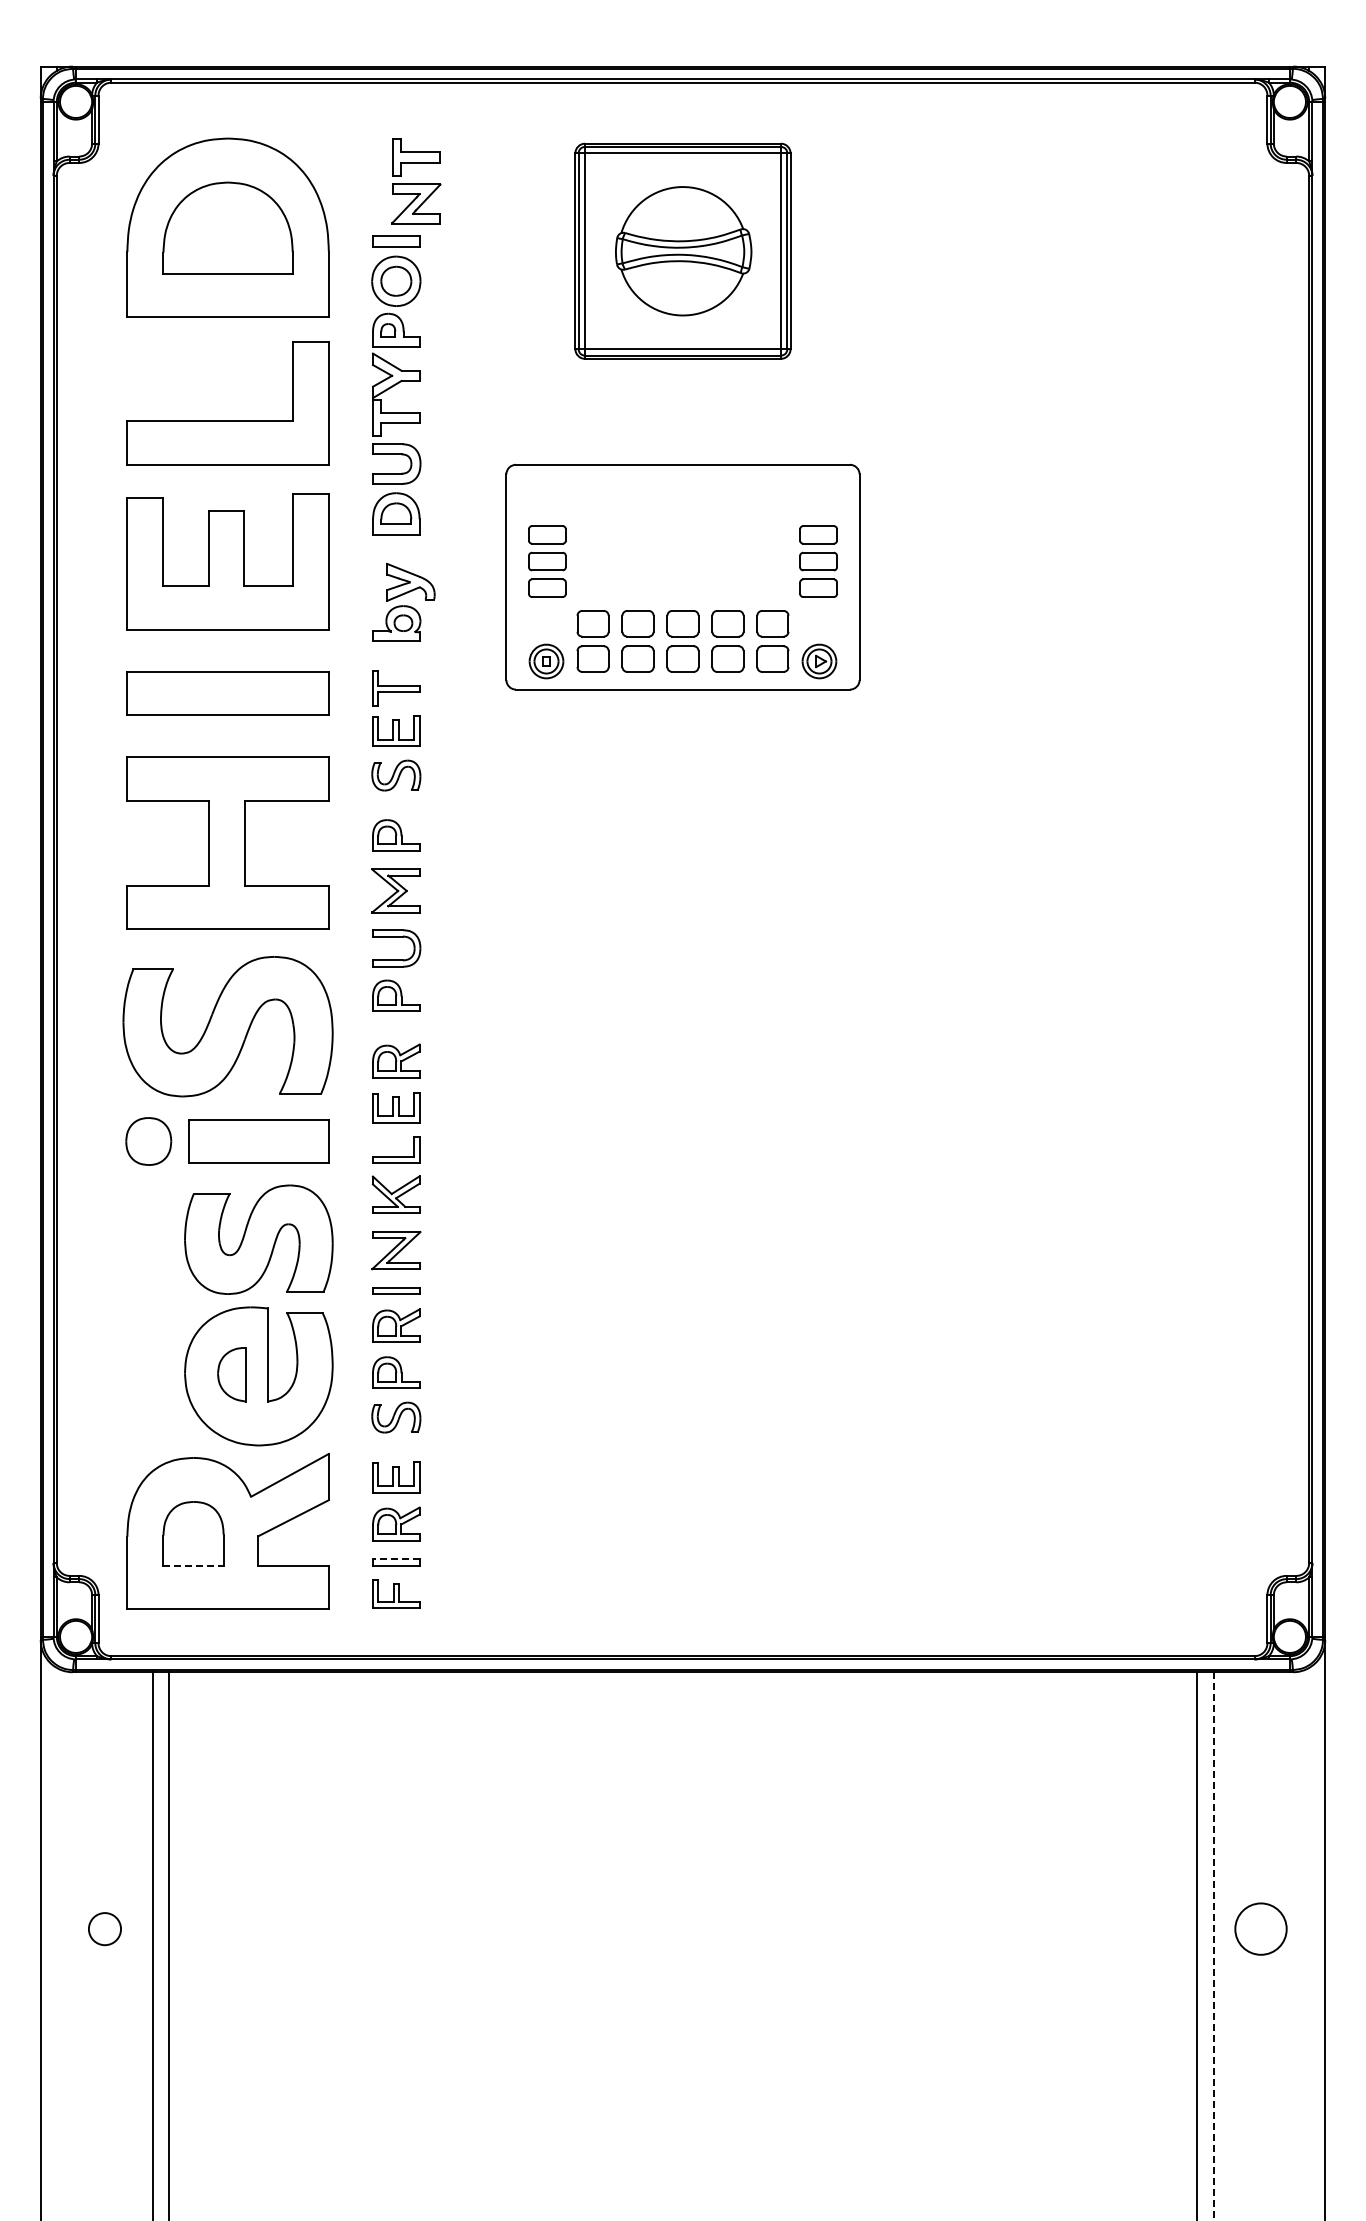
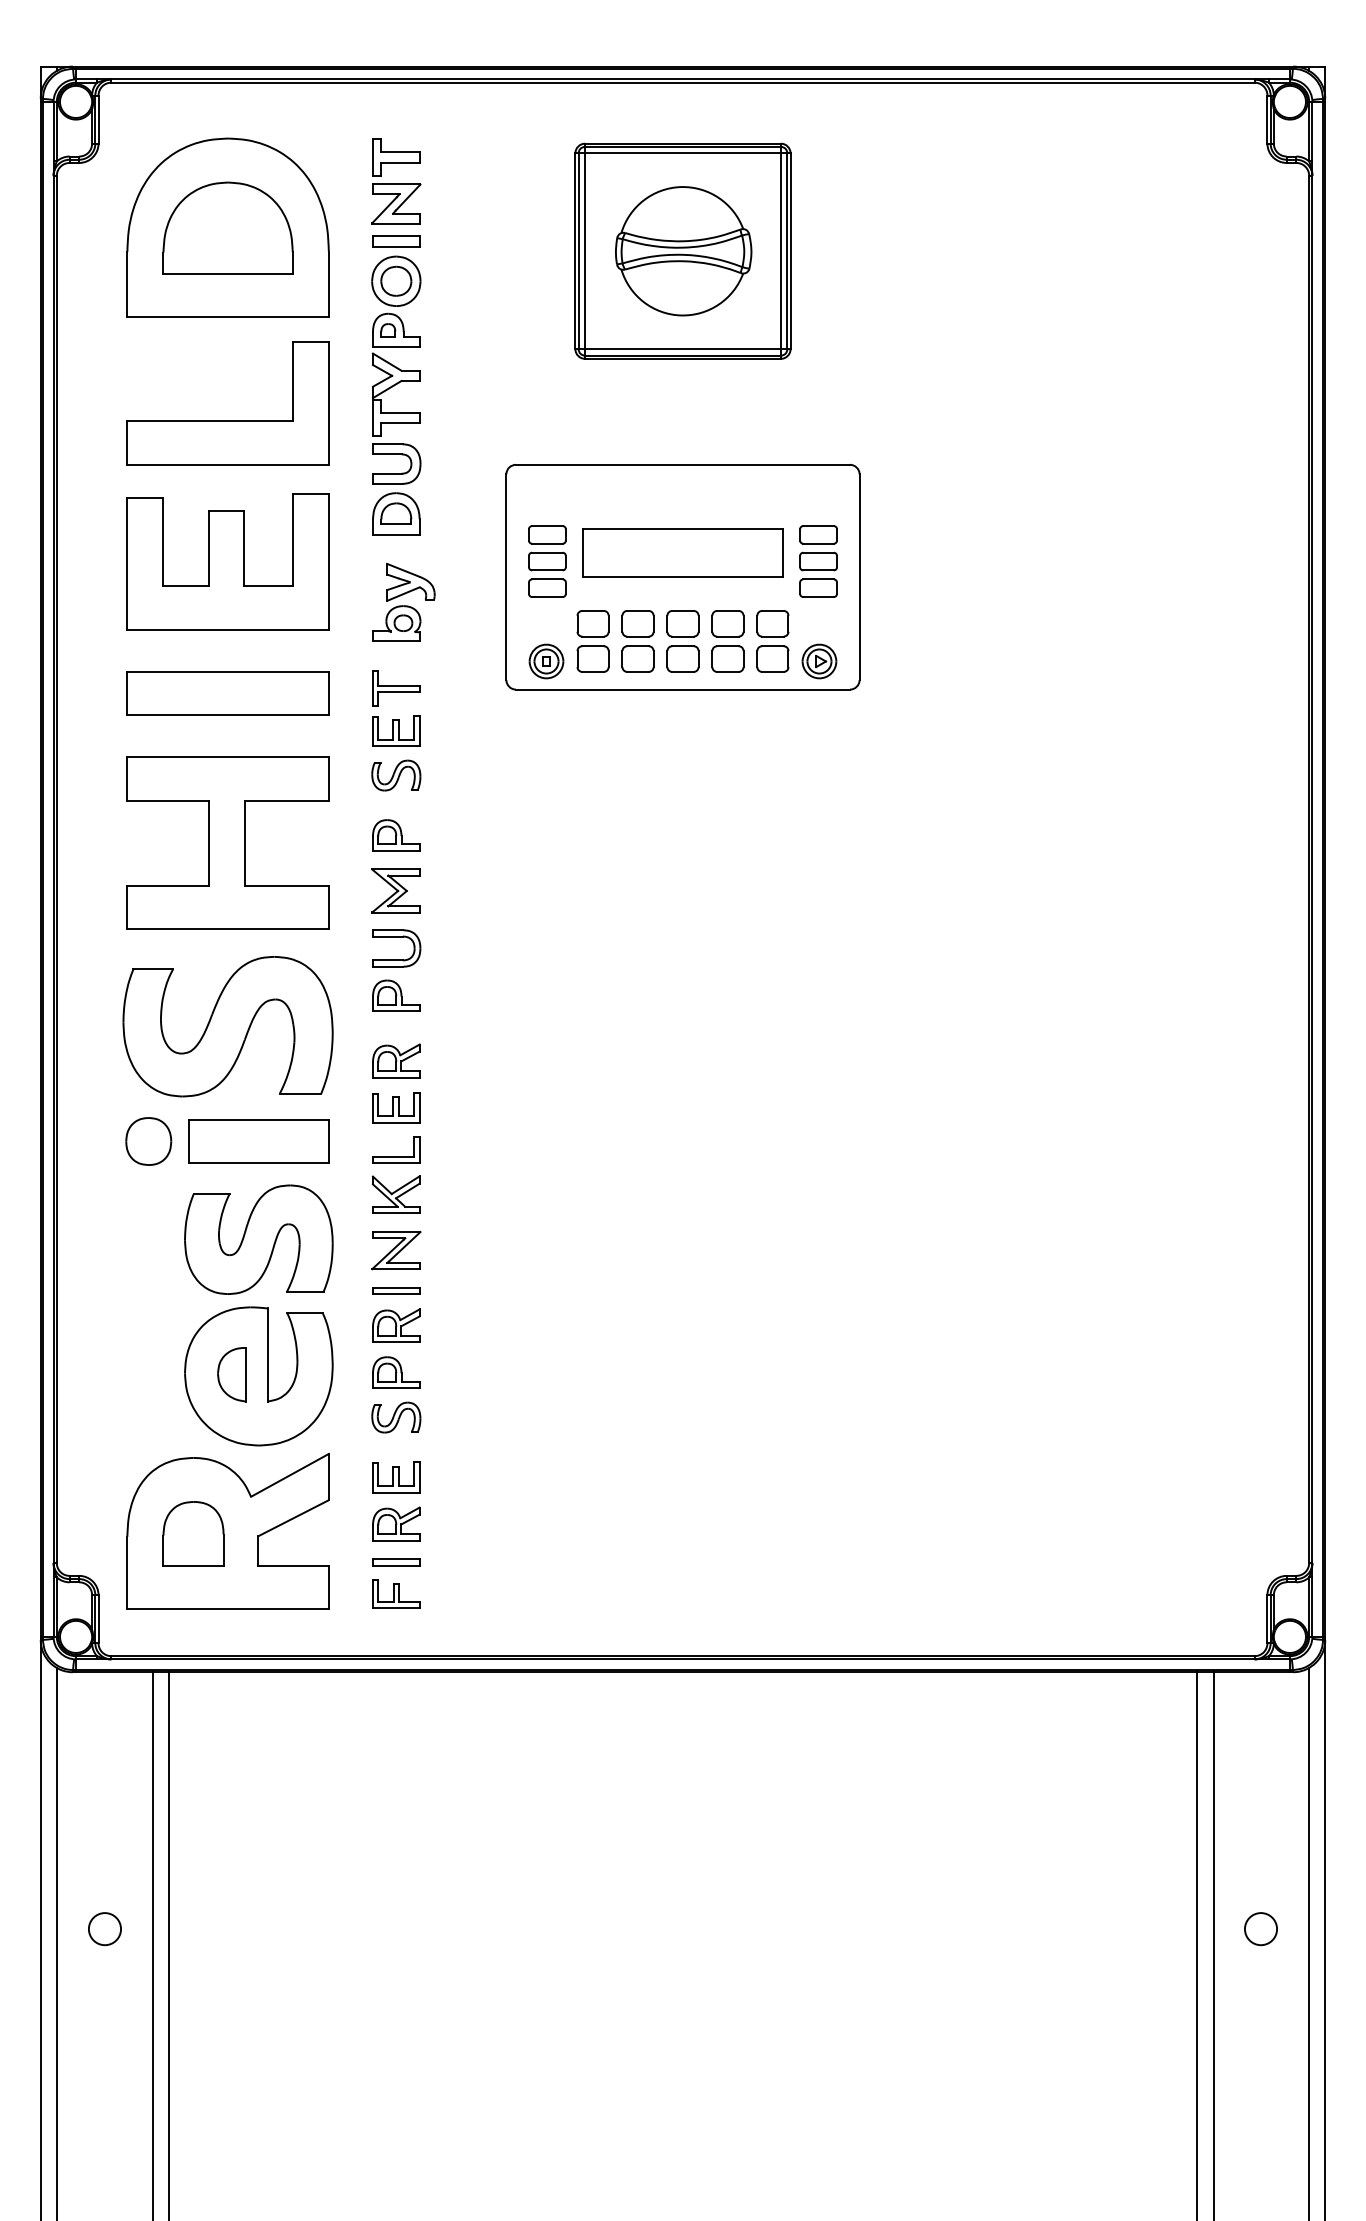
part at (416, 181) position: (416, 181) -> (396, 181)
part at (682, 552): none -> present
line at (395, 1559): dashed -> solid
line at (194, 1565): dashed -> solid
circle at (1260, 1928) diameter: 51 px -> 32 px
line at (57, 1942): none -> present
line at (1308, 1942): none -> present
line at (1213, 1947): dashed -> solid
